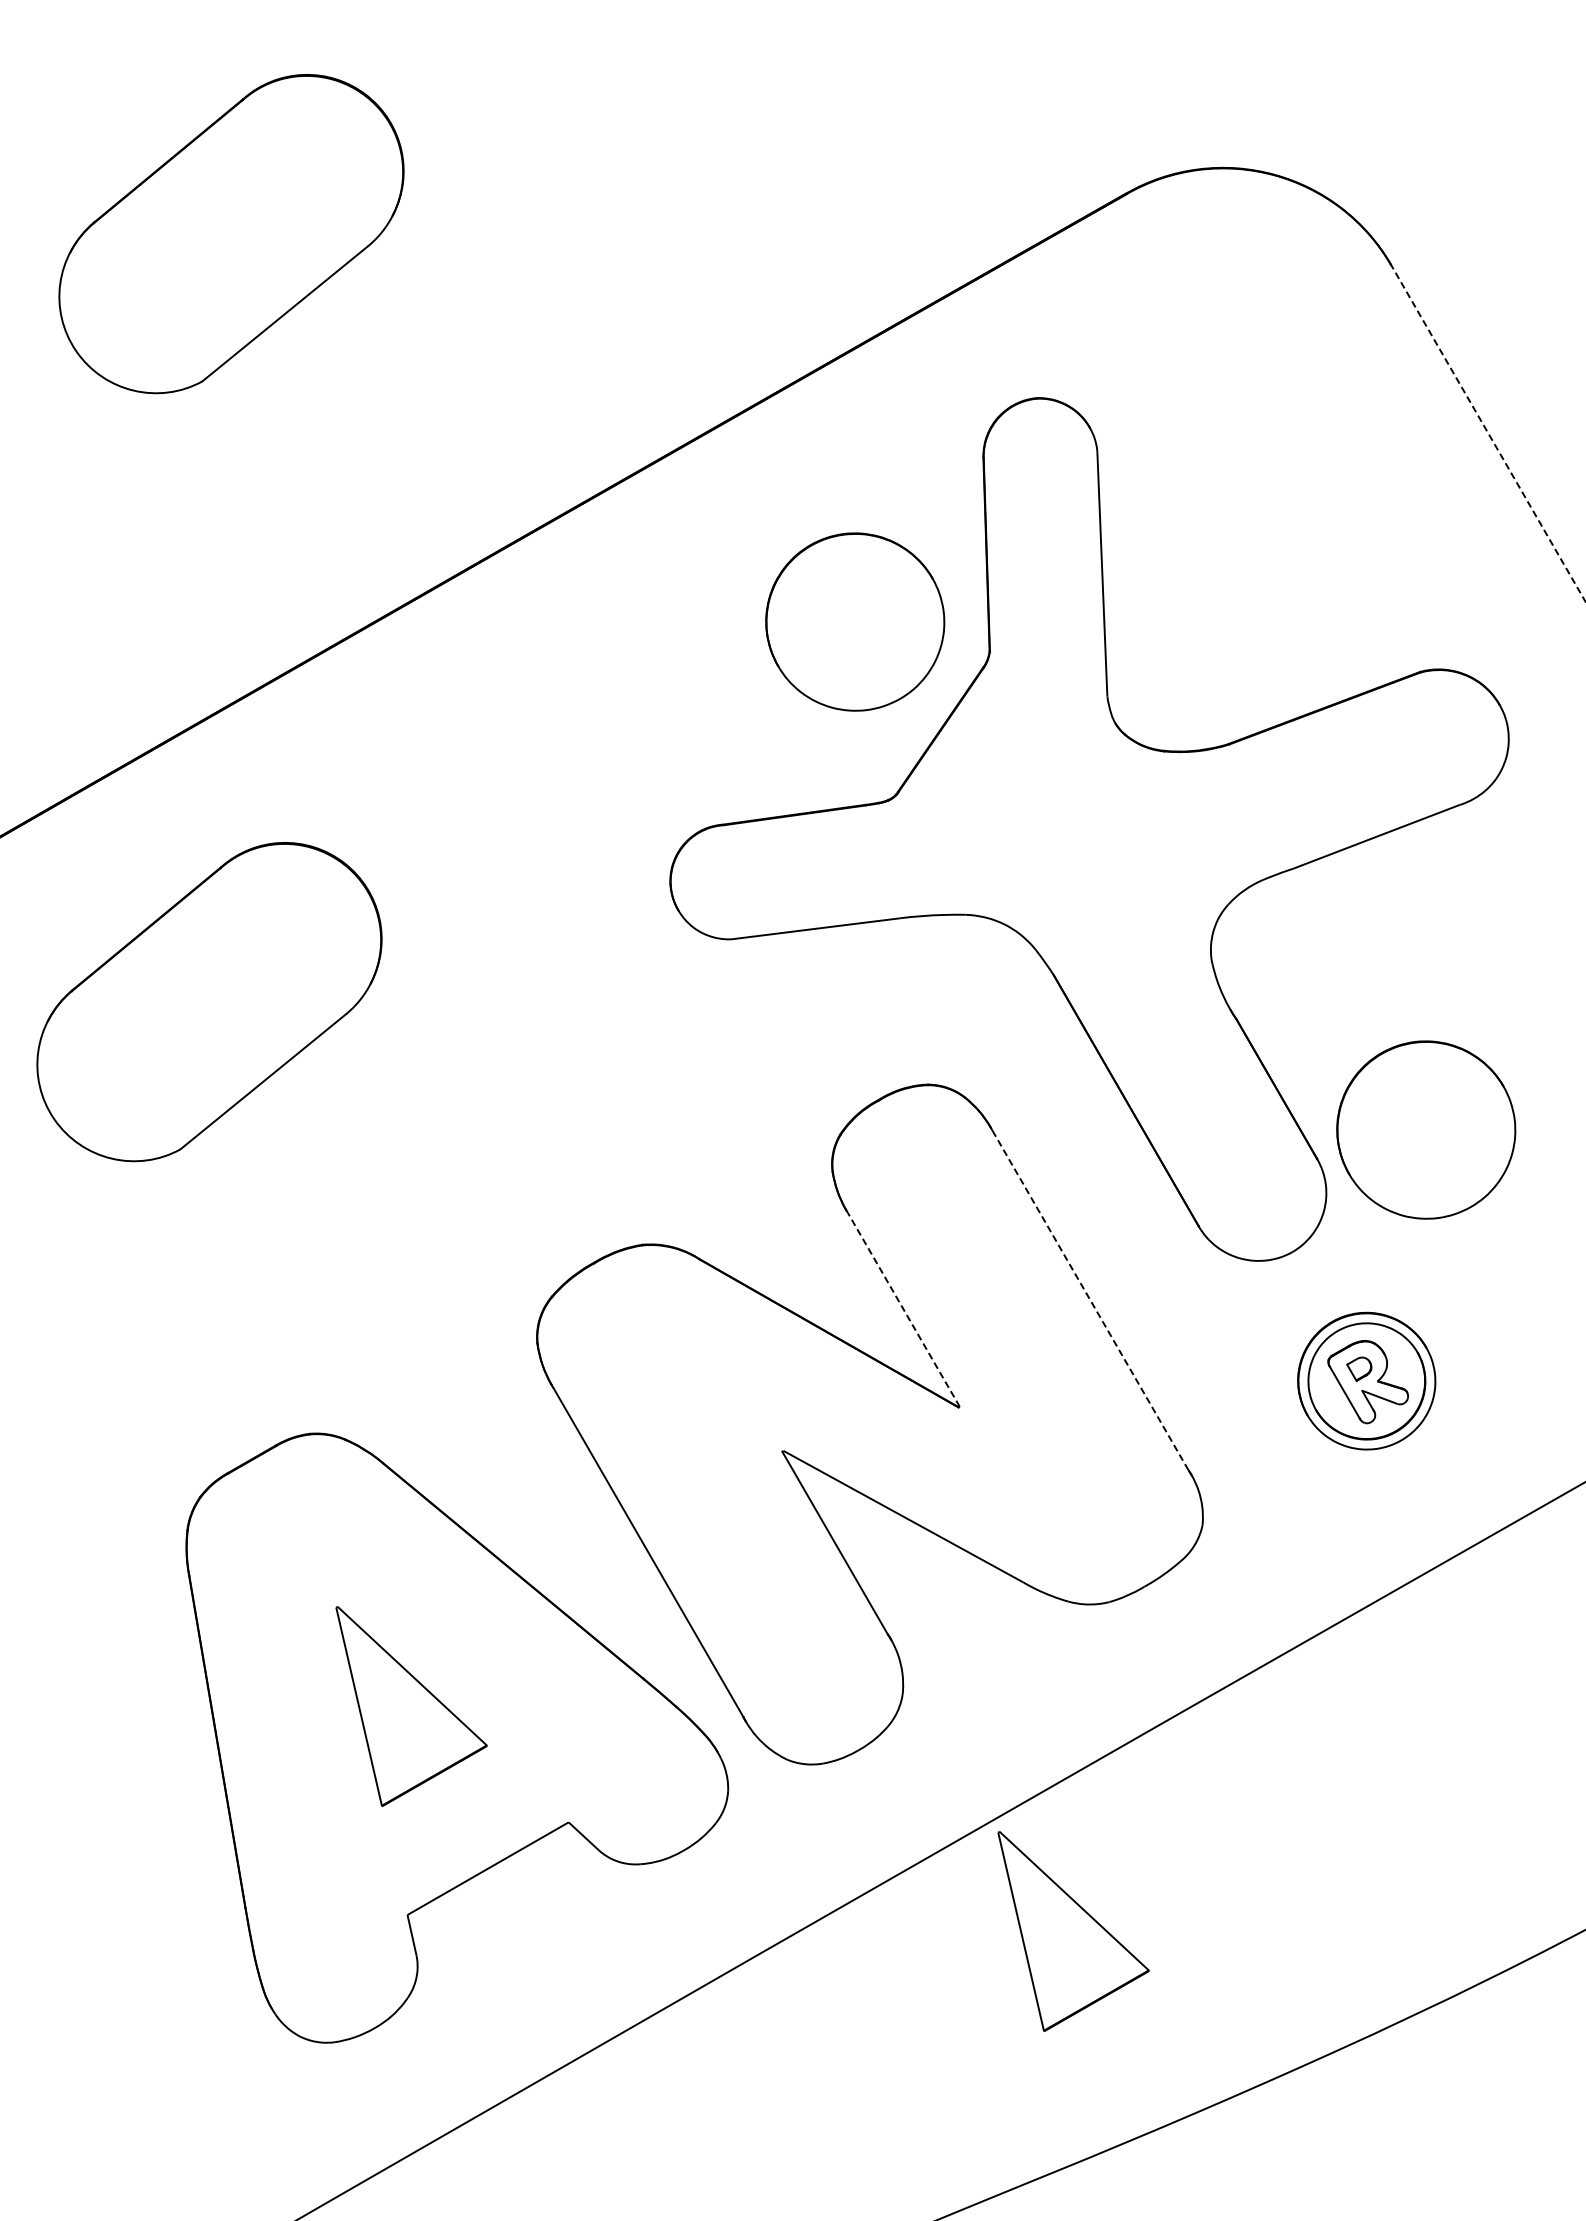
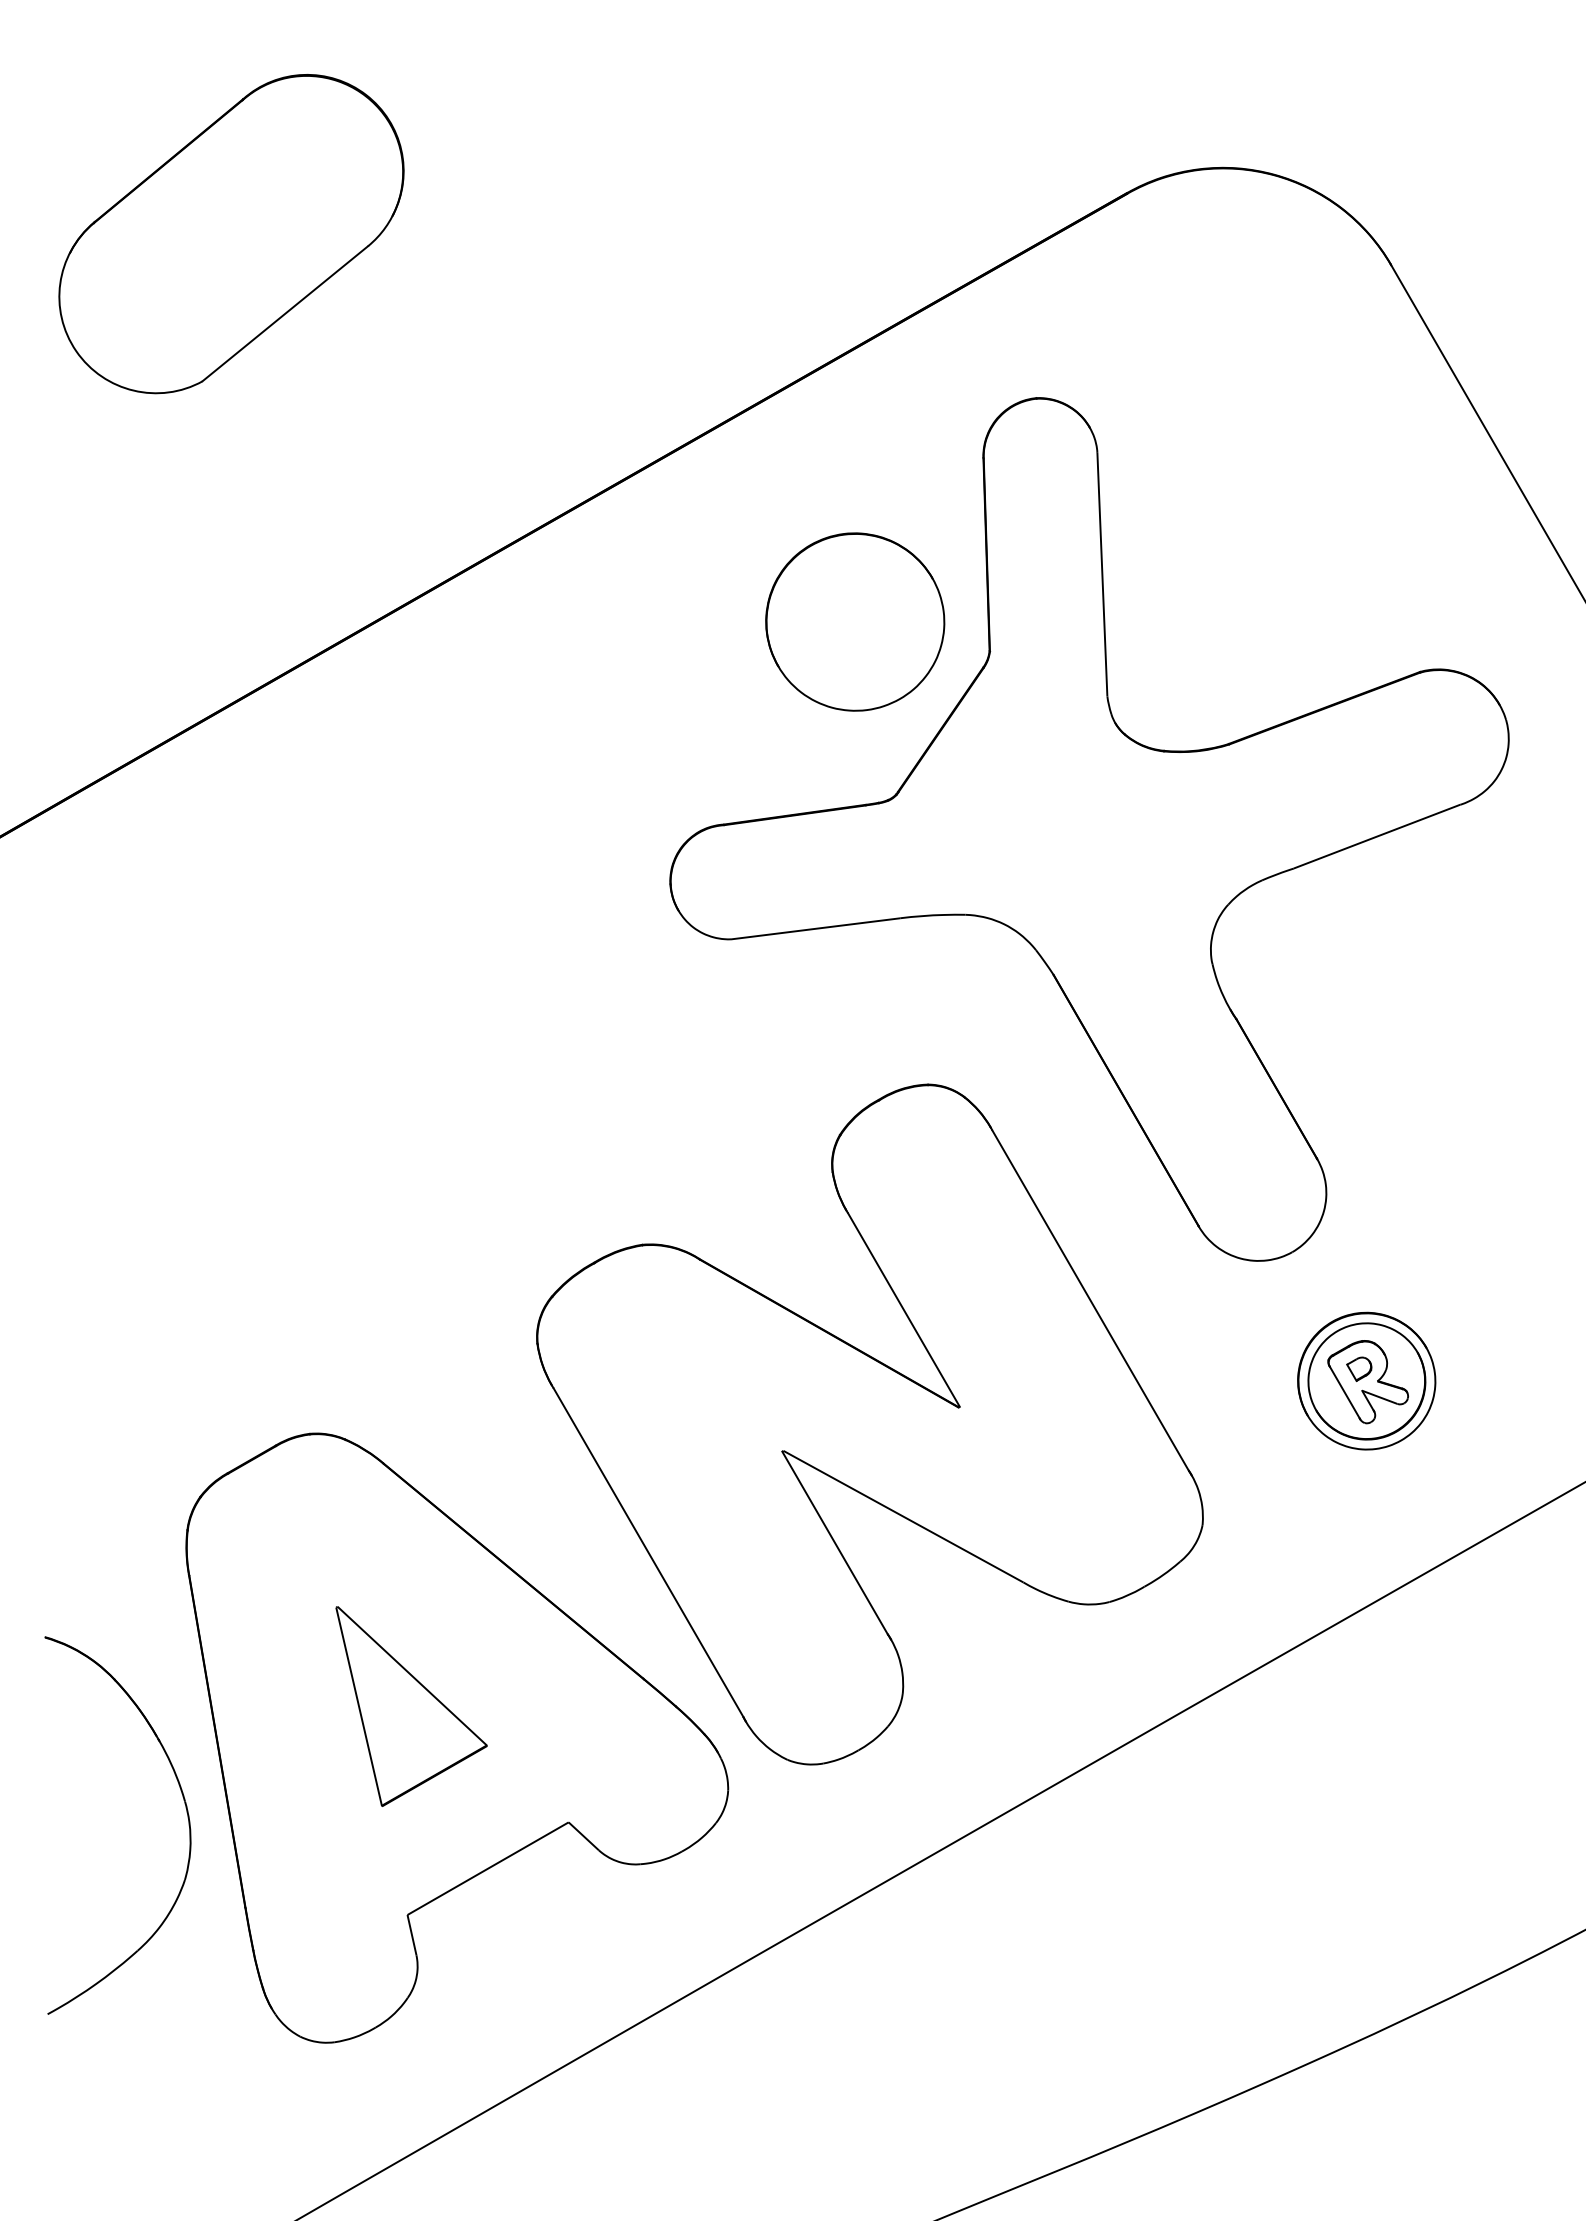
line at (1488, 433): dashed -> solid
part at (209, 1002): present -> none
part at (1426, 1129): present -> none
line at (1090, 1301): dashed -> solid
line at (903, 1310): dashed -> solid
part at (185, 1808): none -> present
part at (1073, 1931): present -> none
